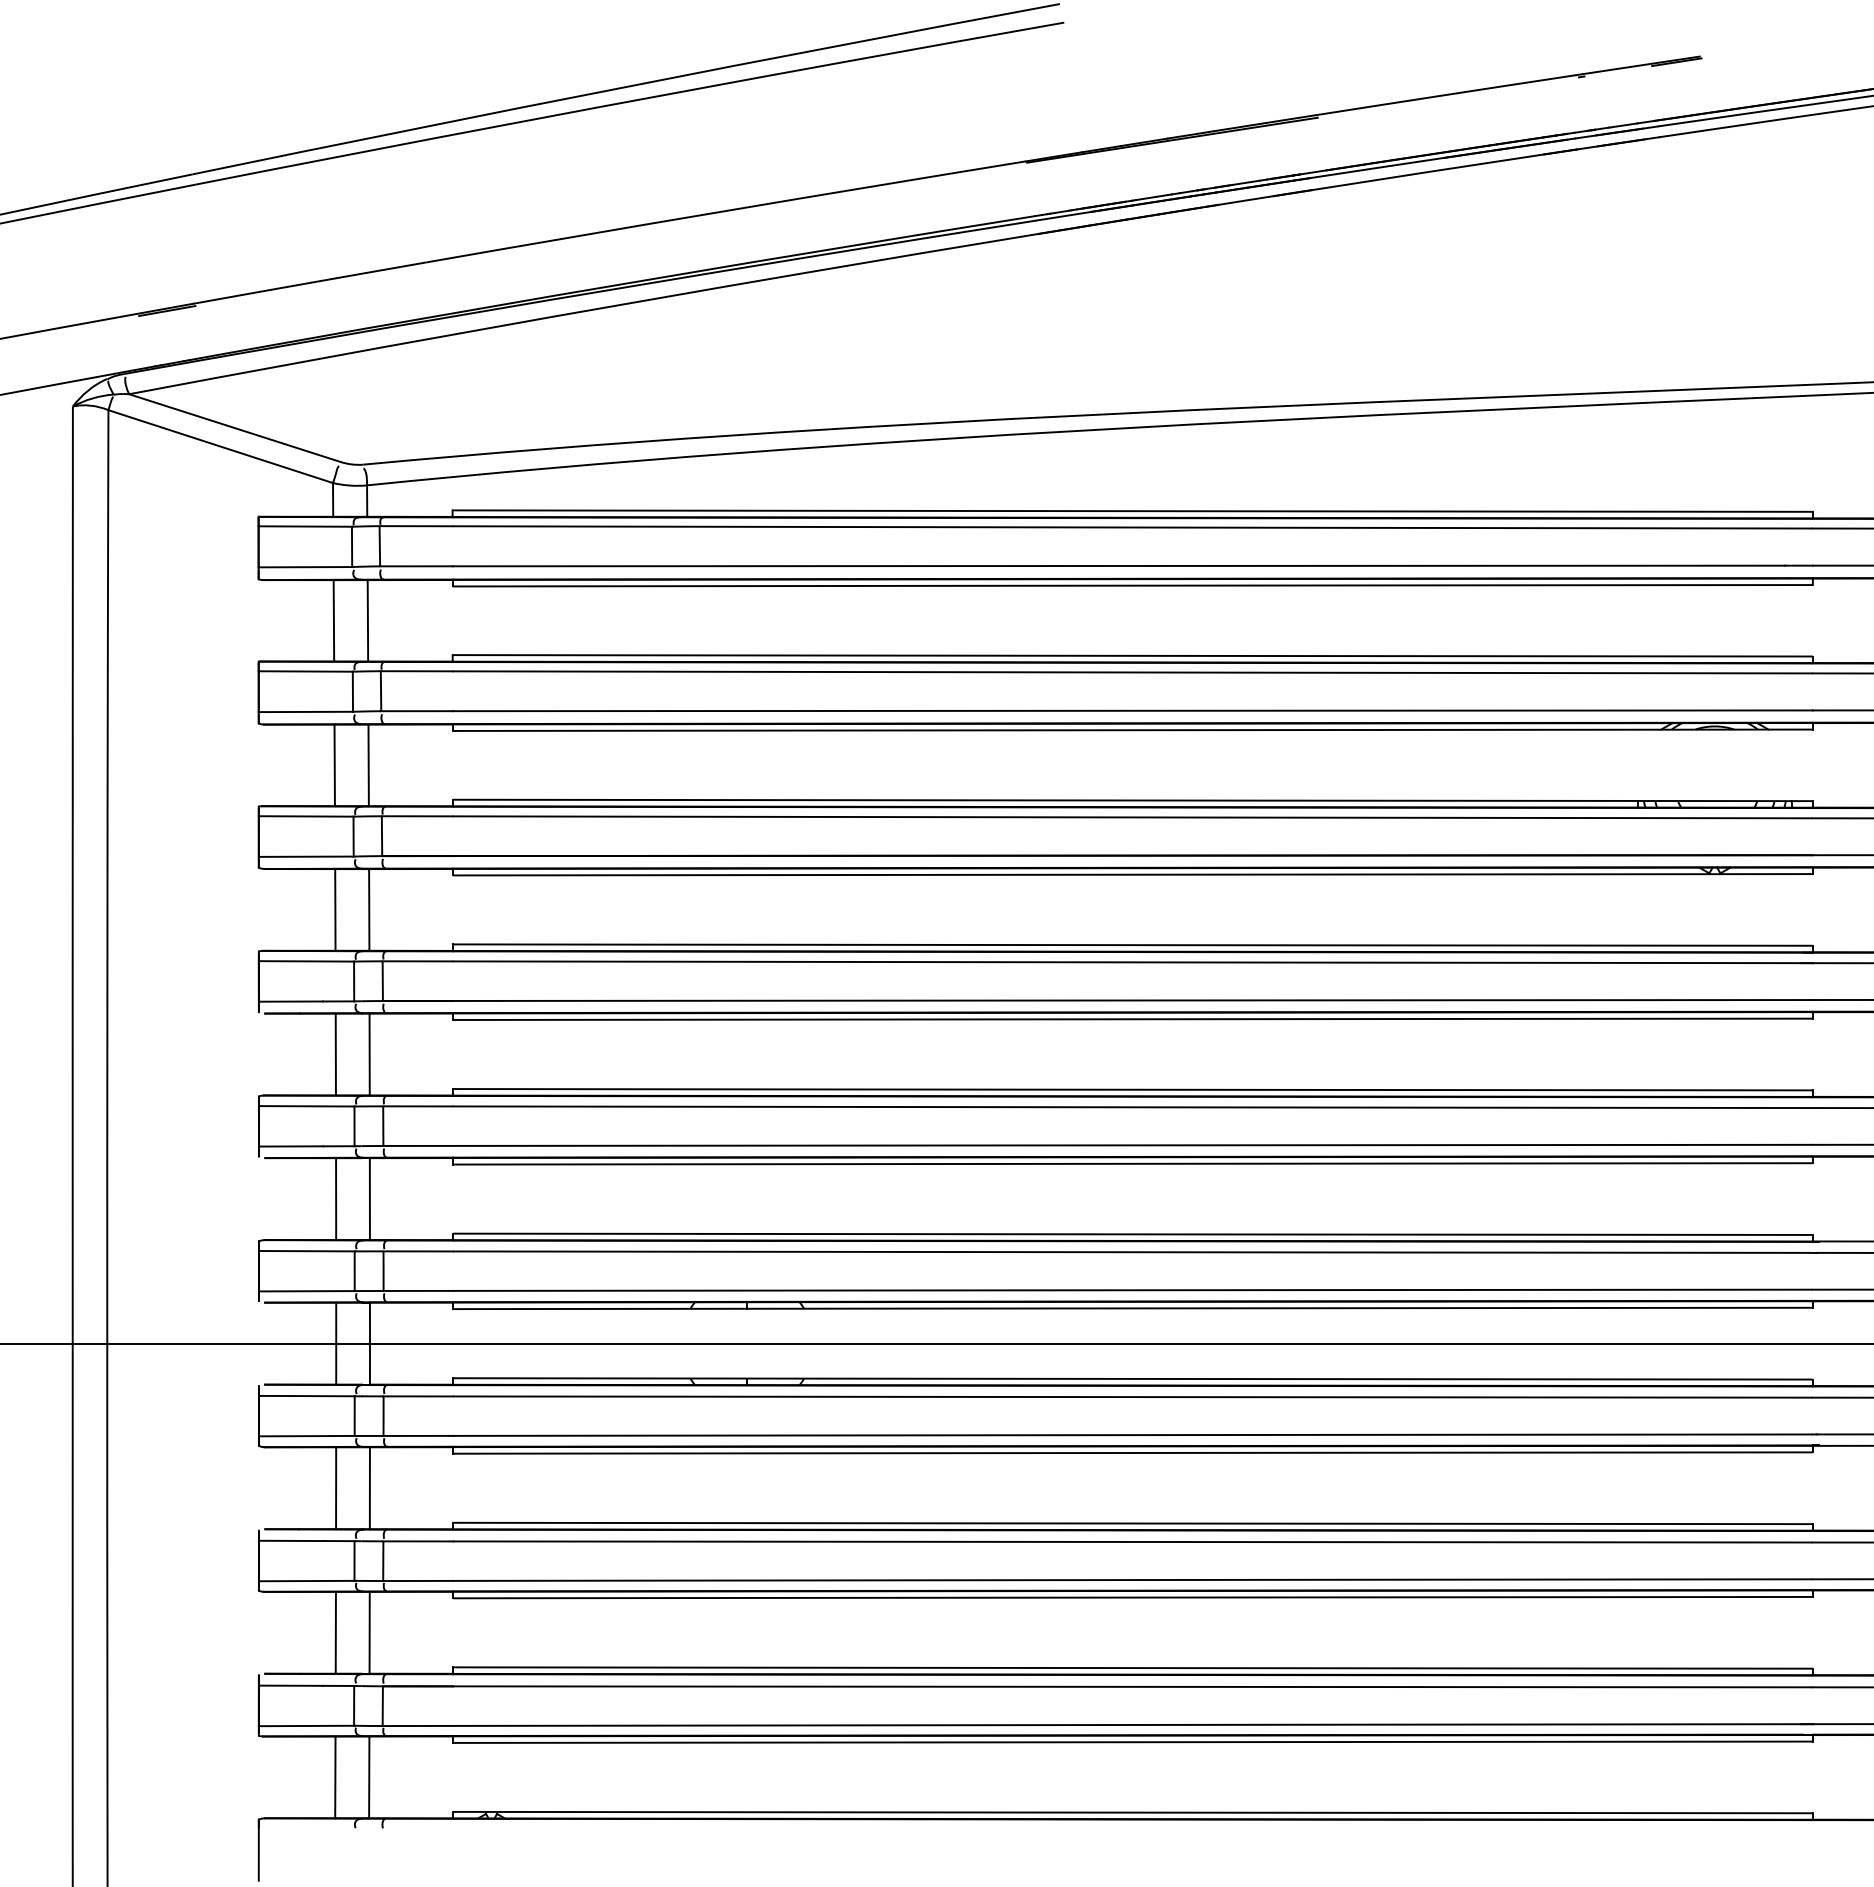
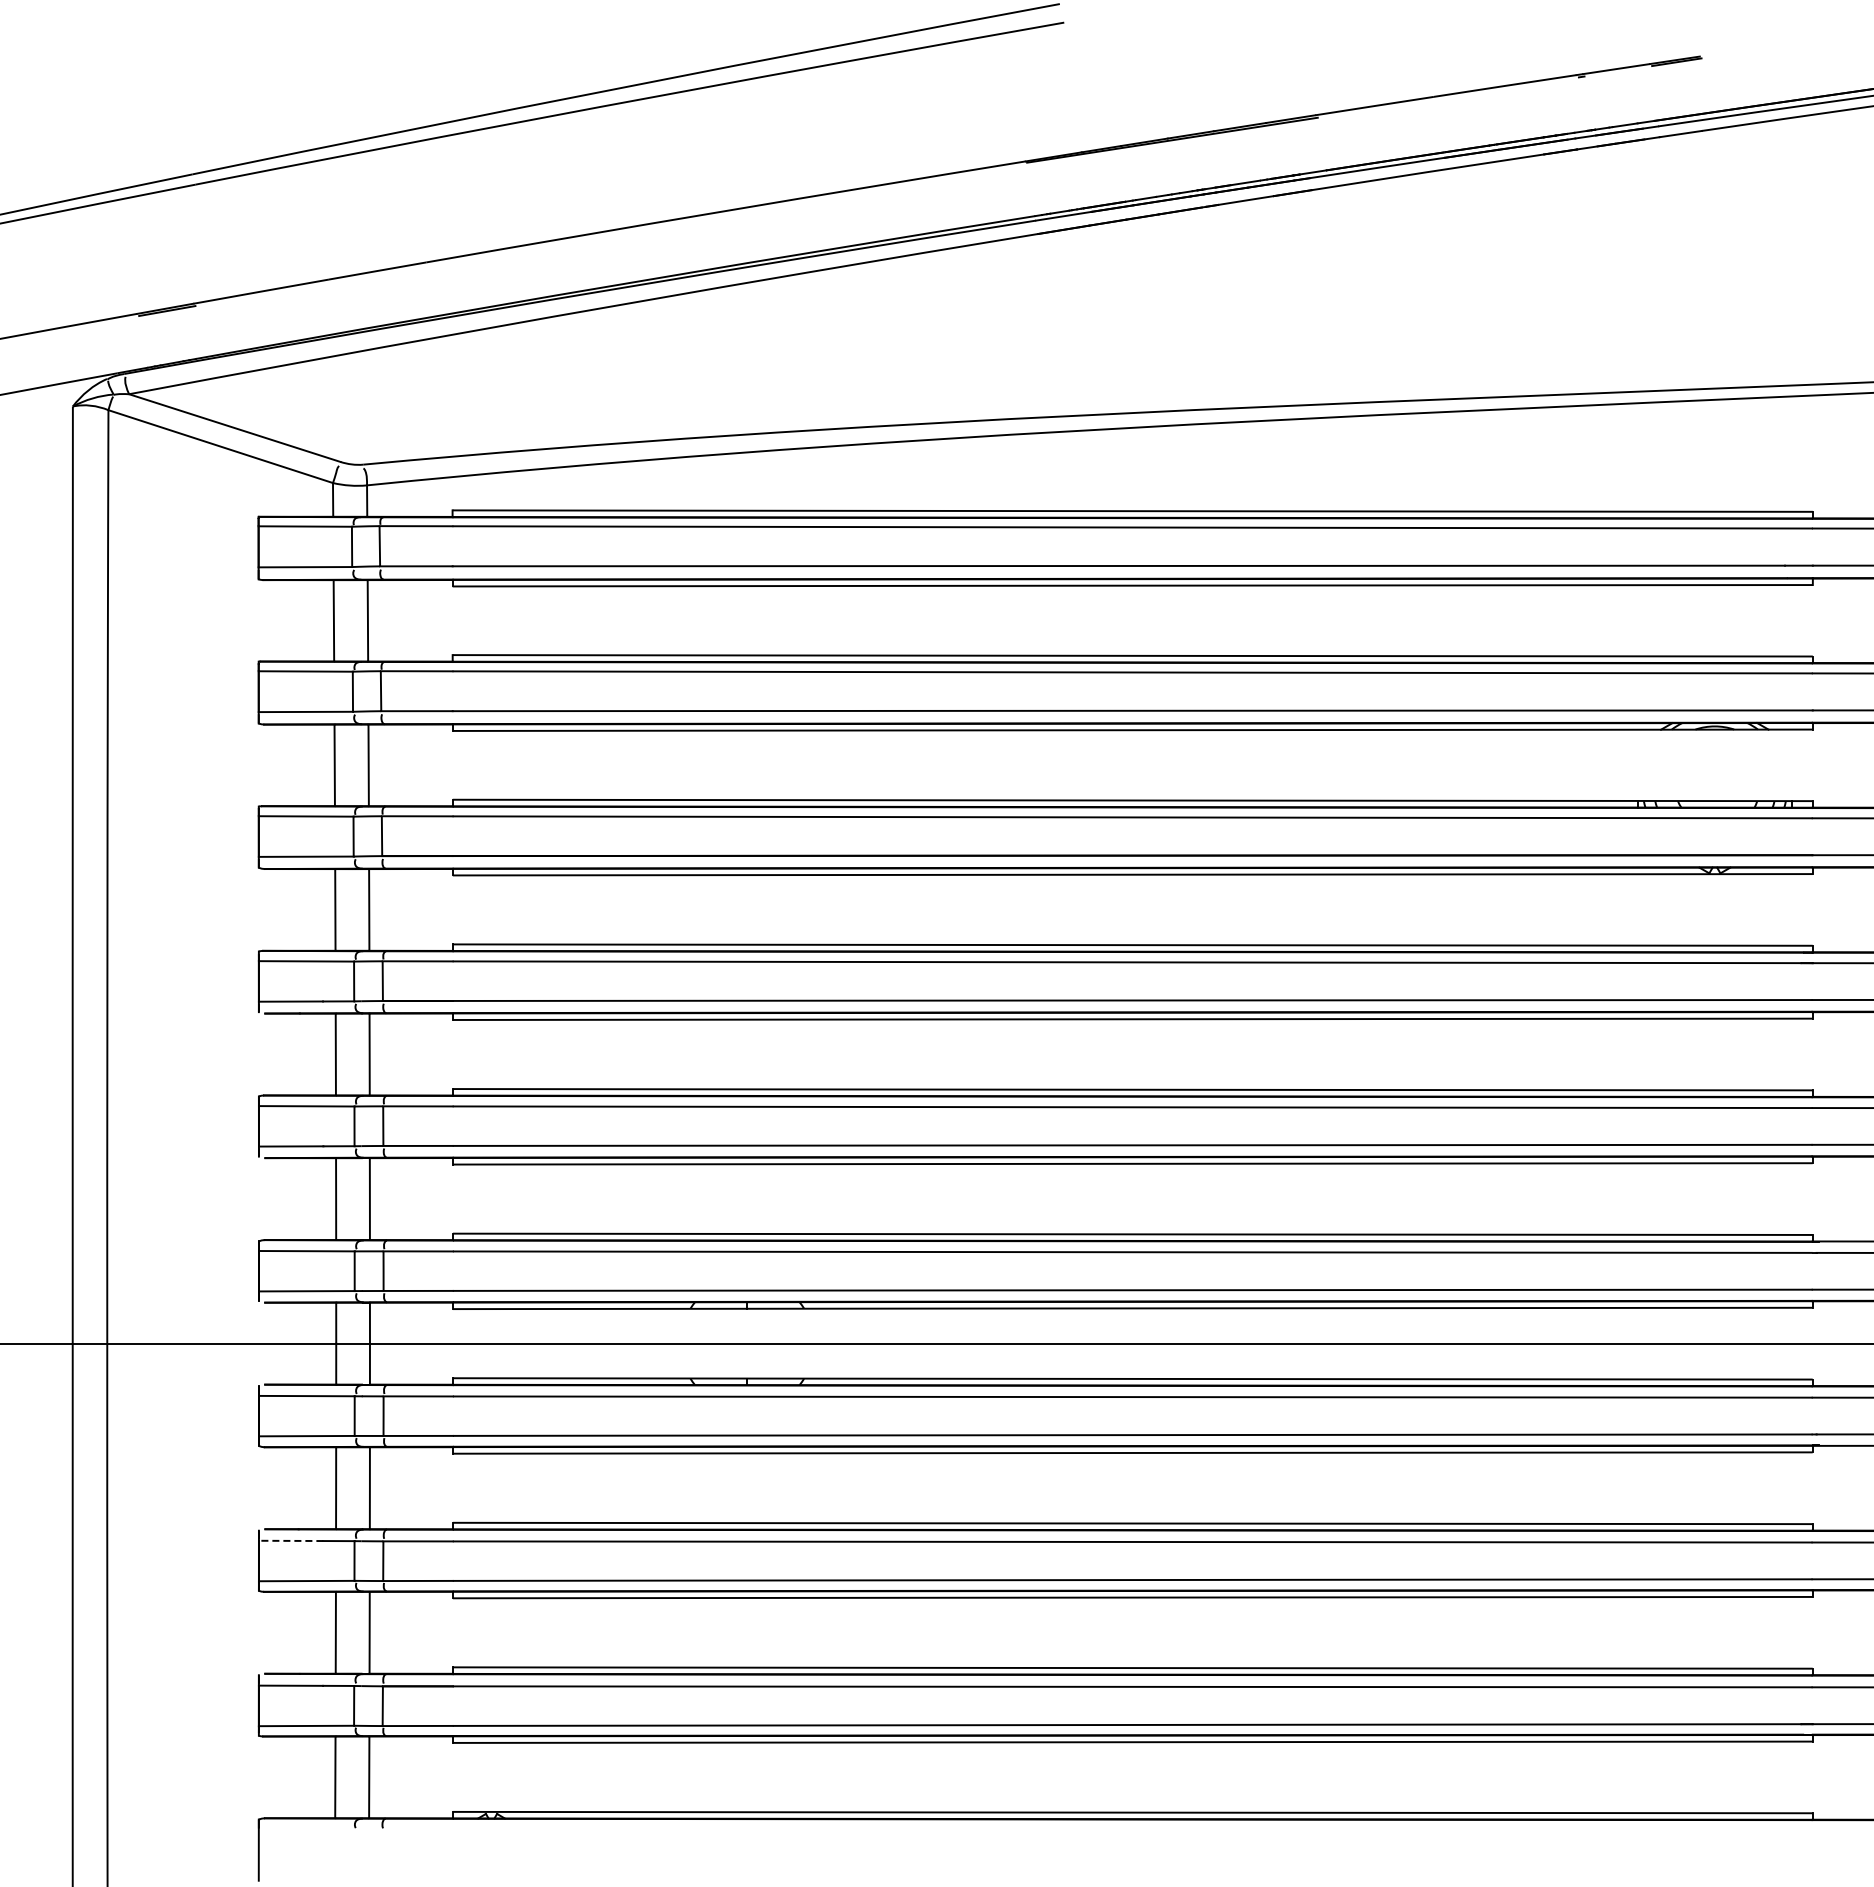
line at (290, 1540): solid -> dashed
